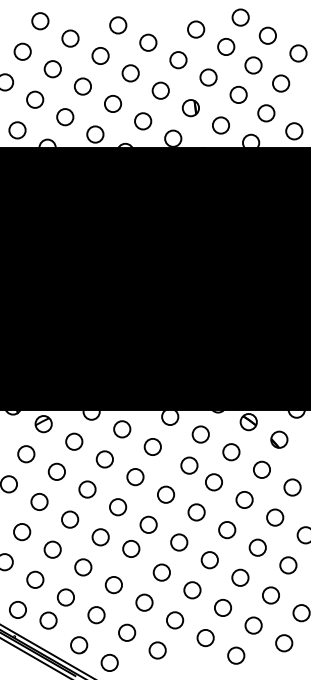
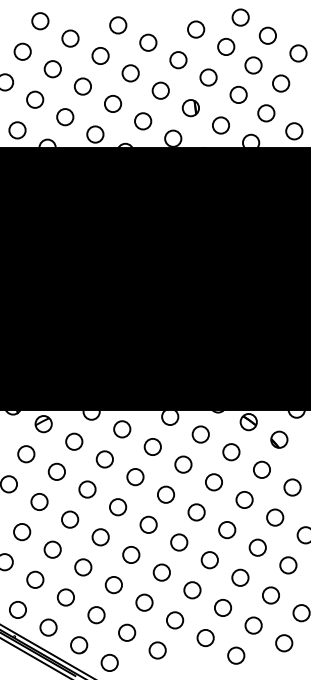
circle at (189, 465) position: (189, 465) -> (183, 464)
circle at (131, 548) position: (131, 548) -> (131, 554)
circle at (48, 620) position: (48, 620) -> (48, 627)
